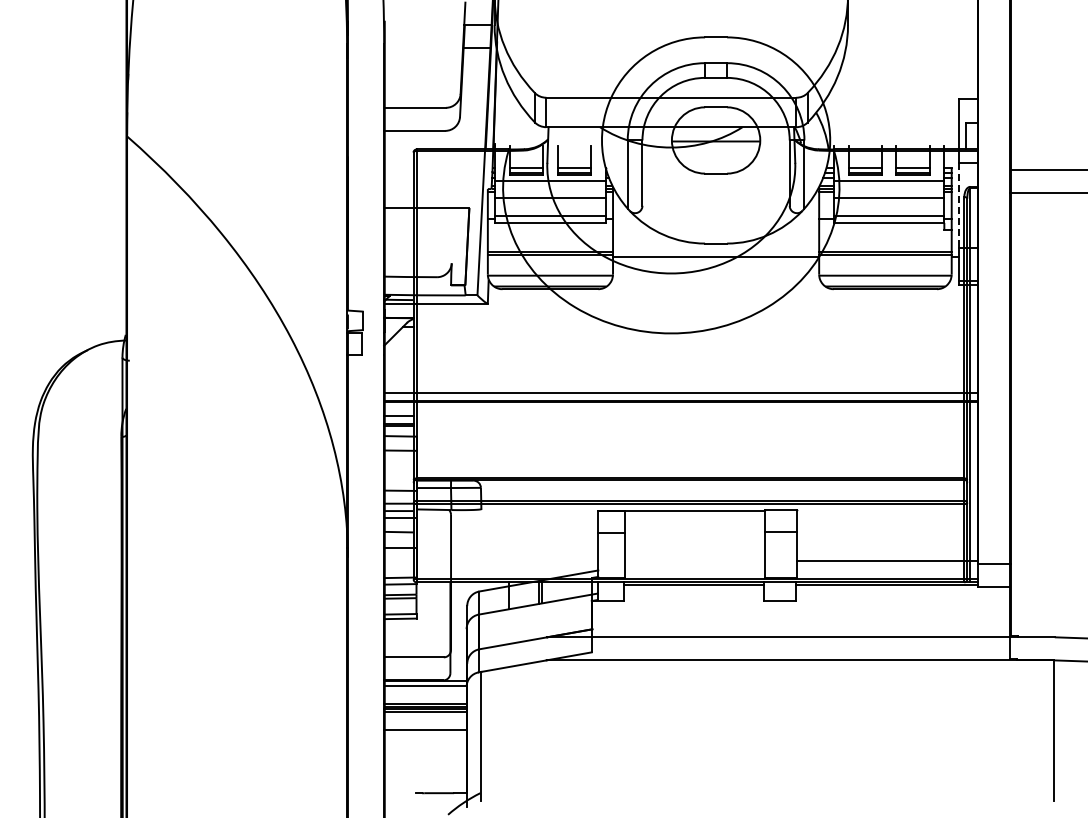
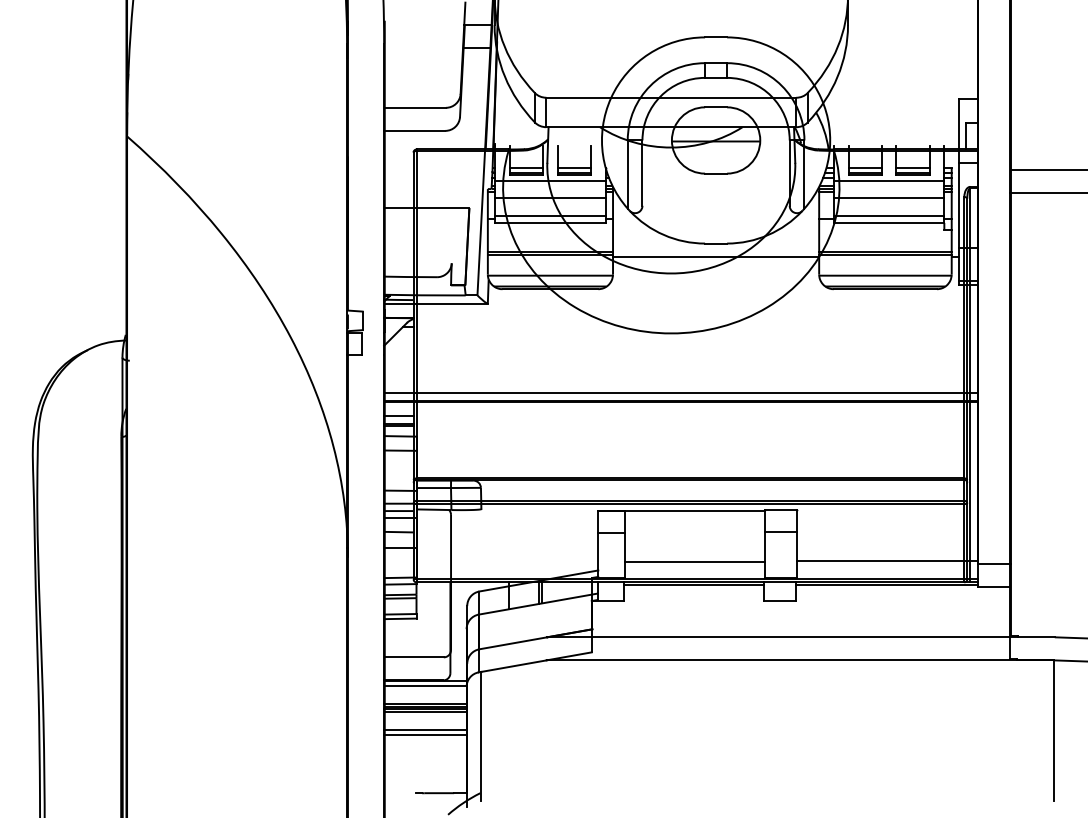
line at (959, 205): dashed -> solid
line at (694, 561): none -> present
line at (425, 735): none -> present
